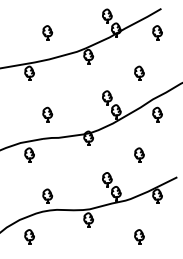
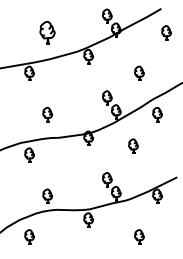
part at (47, 32) size: 12x16 px -> 17x24 px
part at (157, 32) position: (157, 32) -> (166, 32)
part at (139, 154) position: (139, 154) -> (133, 145)
